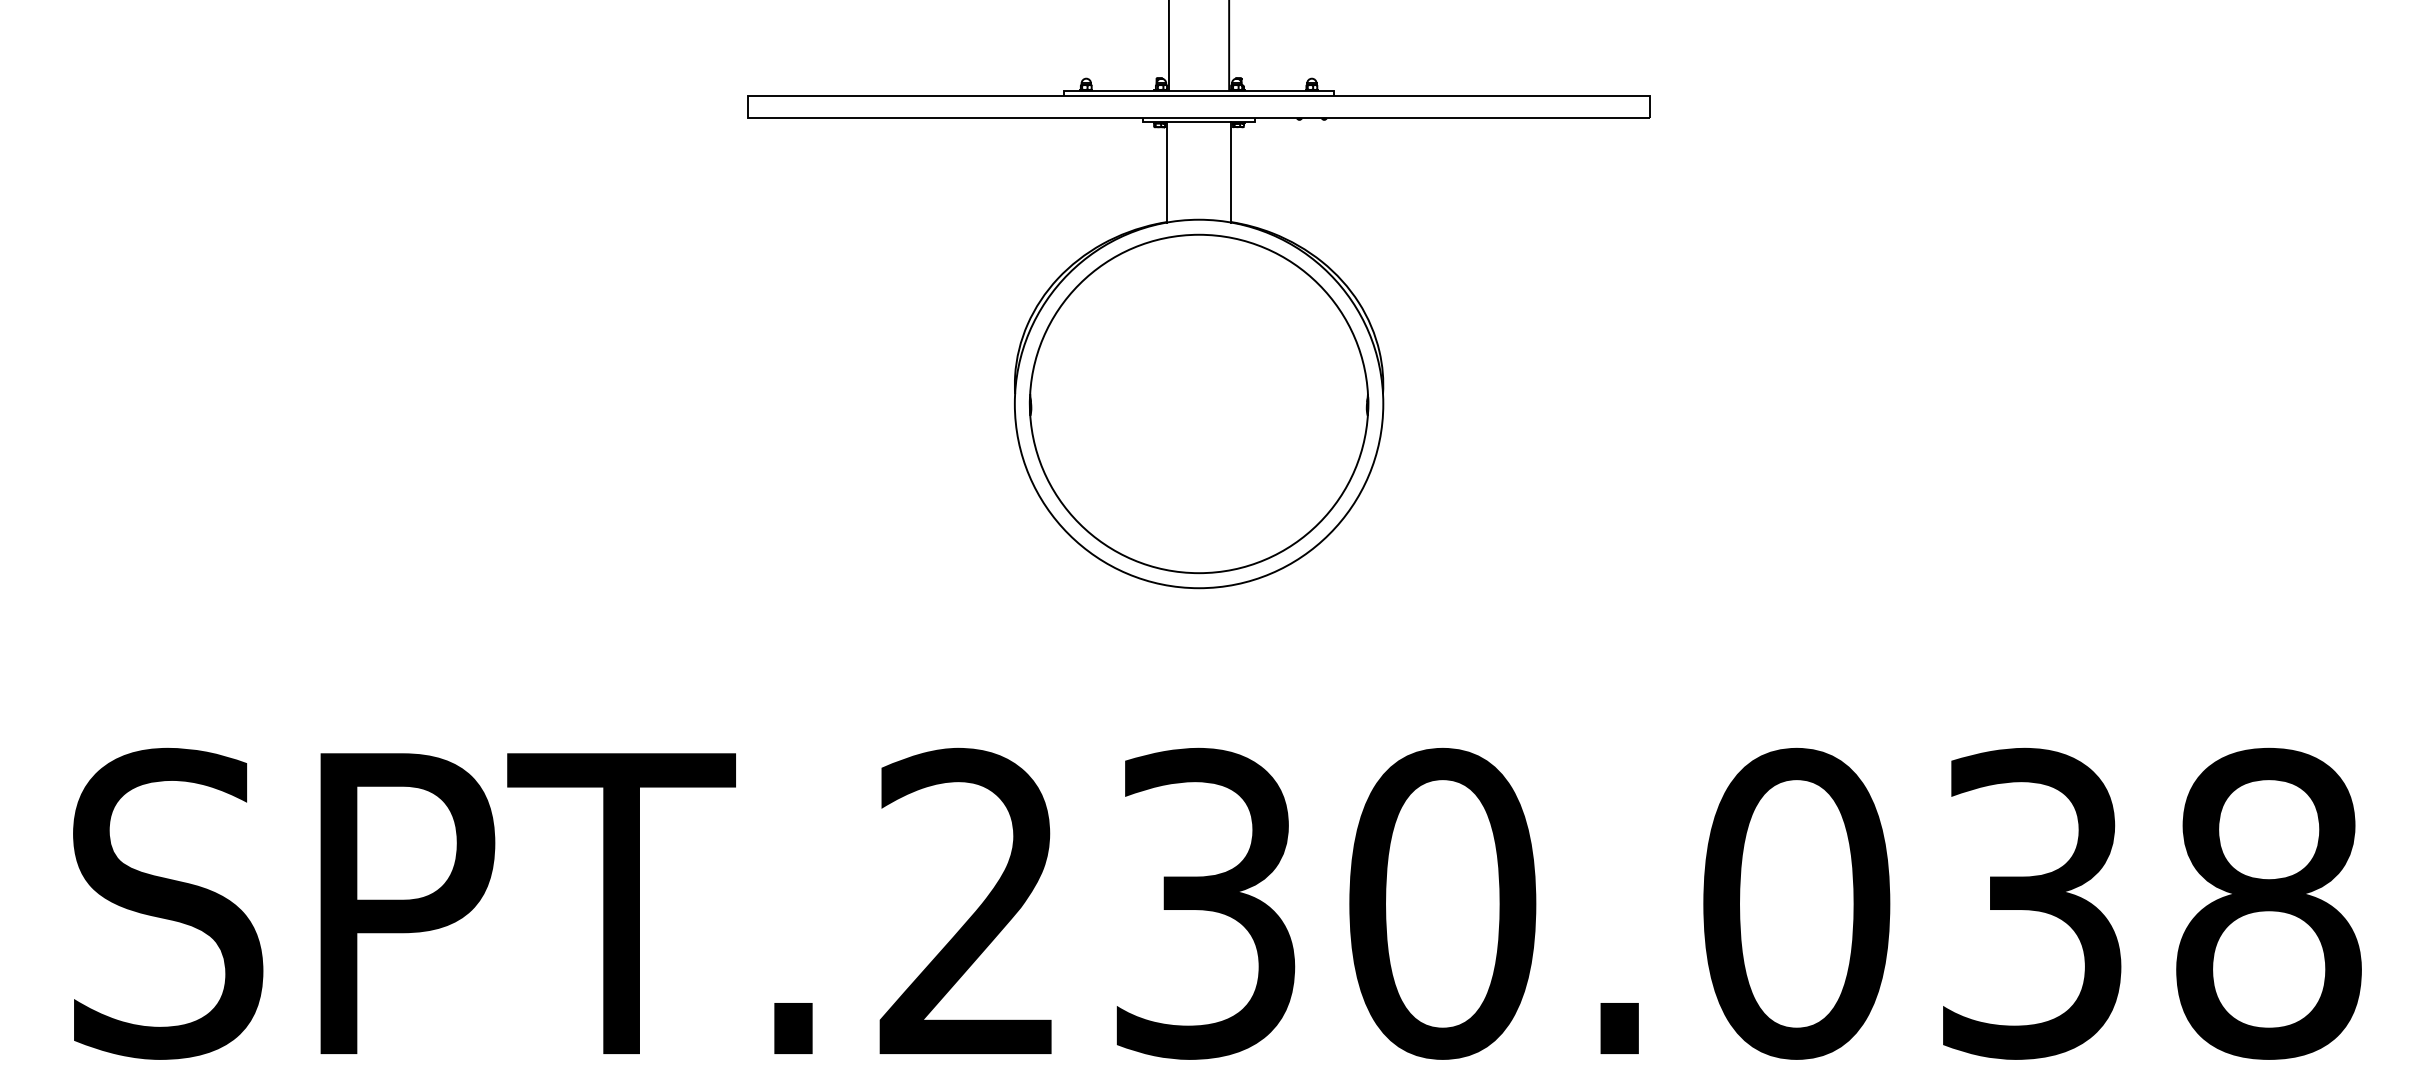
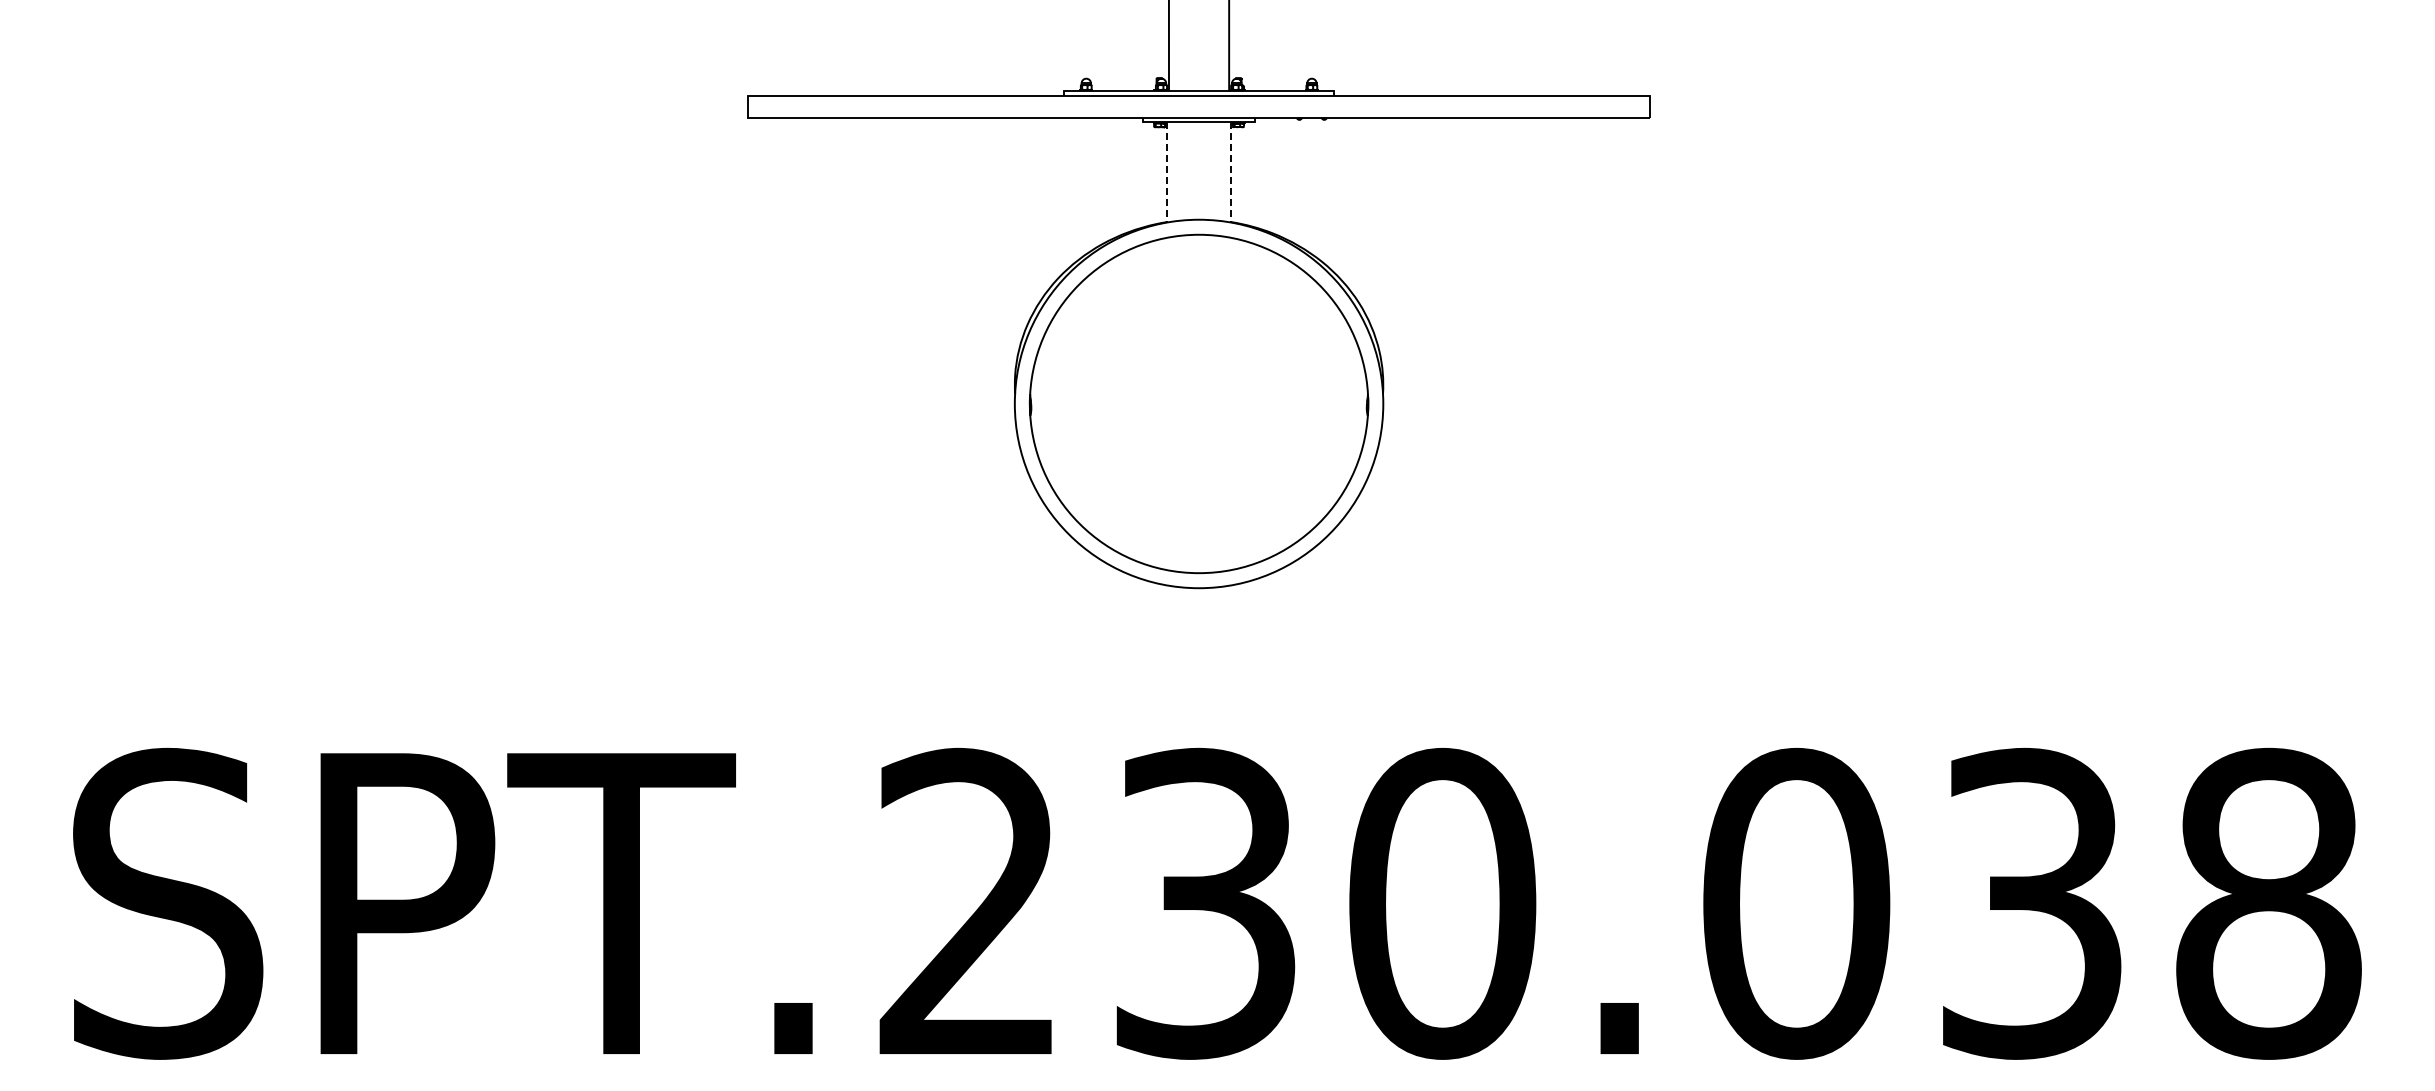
line at (1167, 172): solid -> dashed
line at (1231, 172): solid -> dashed
